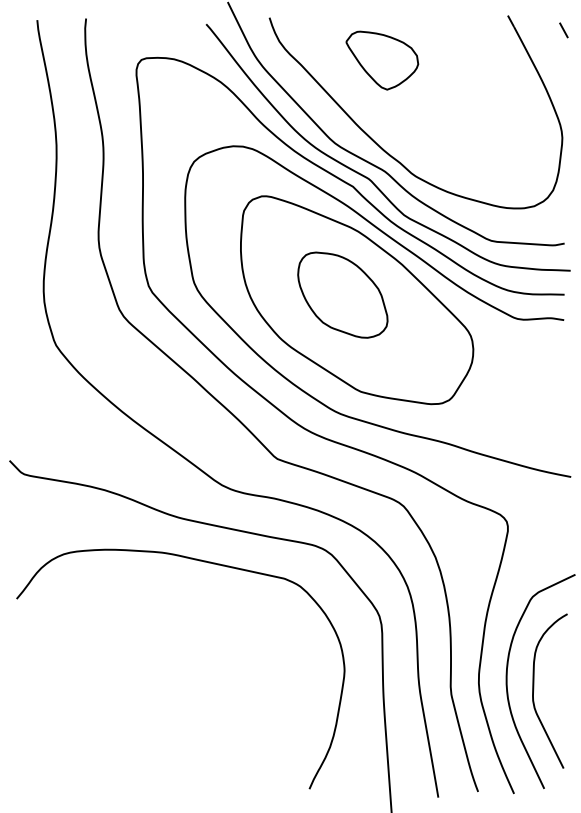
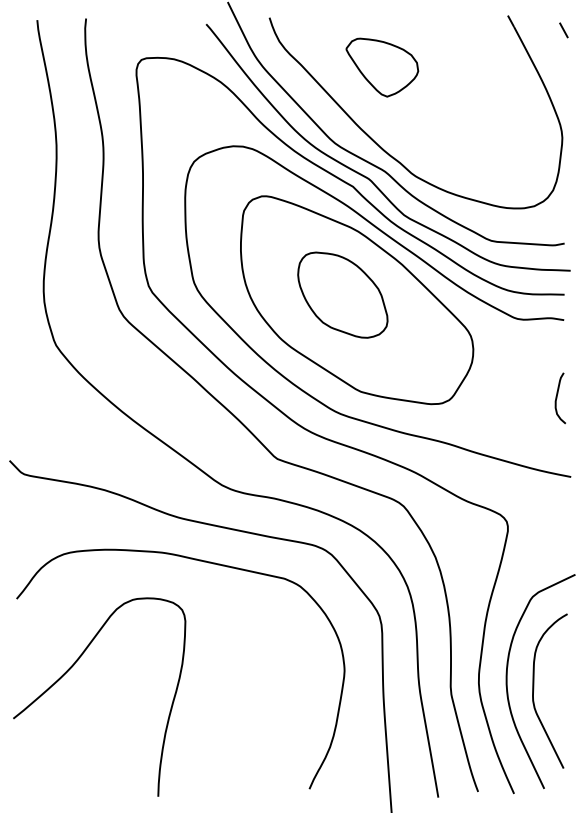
part at (382, 60) position: (382, 60) -> (382, 67)
curve at (557, 398): none -> present
curve at (71, 668): none -> present
